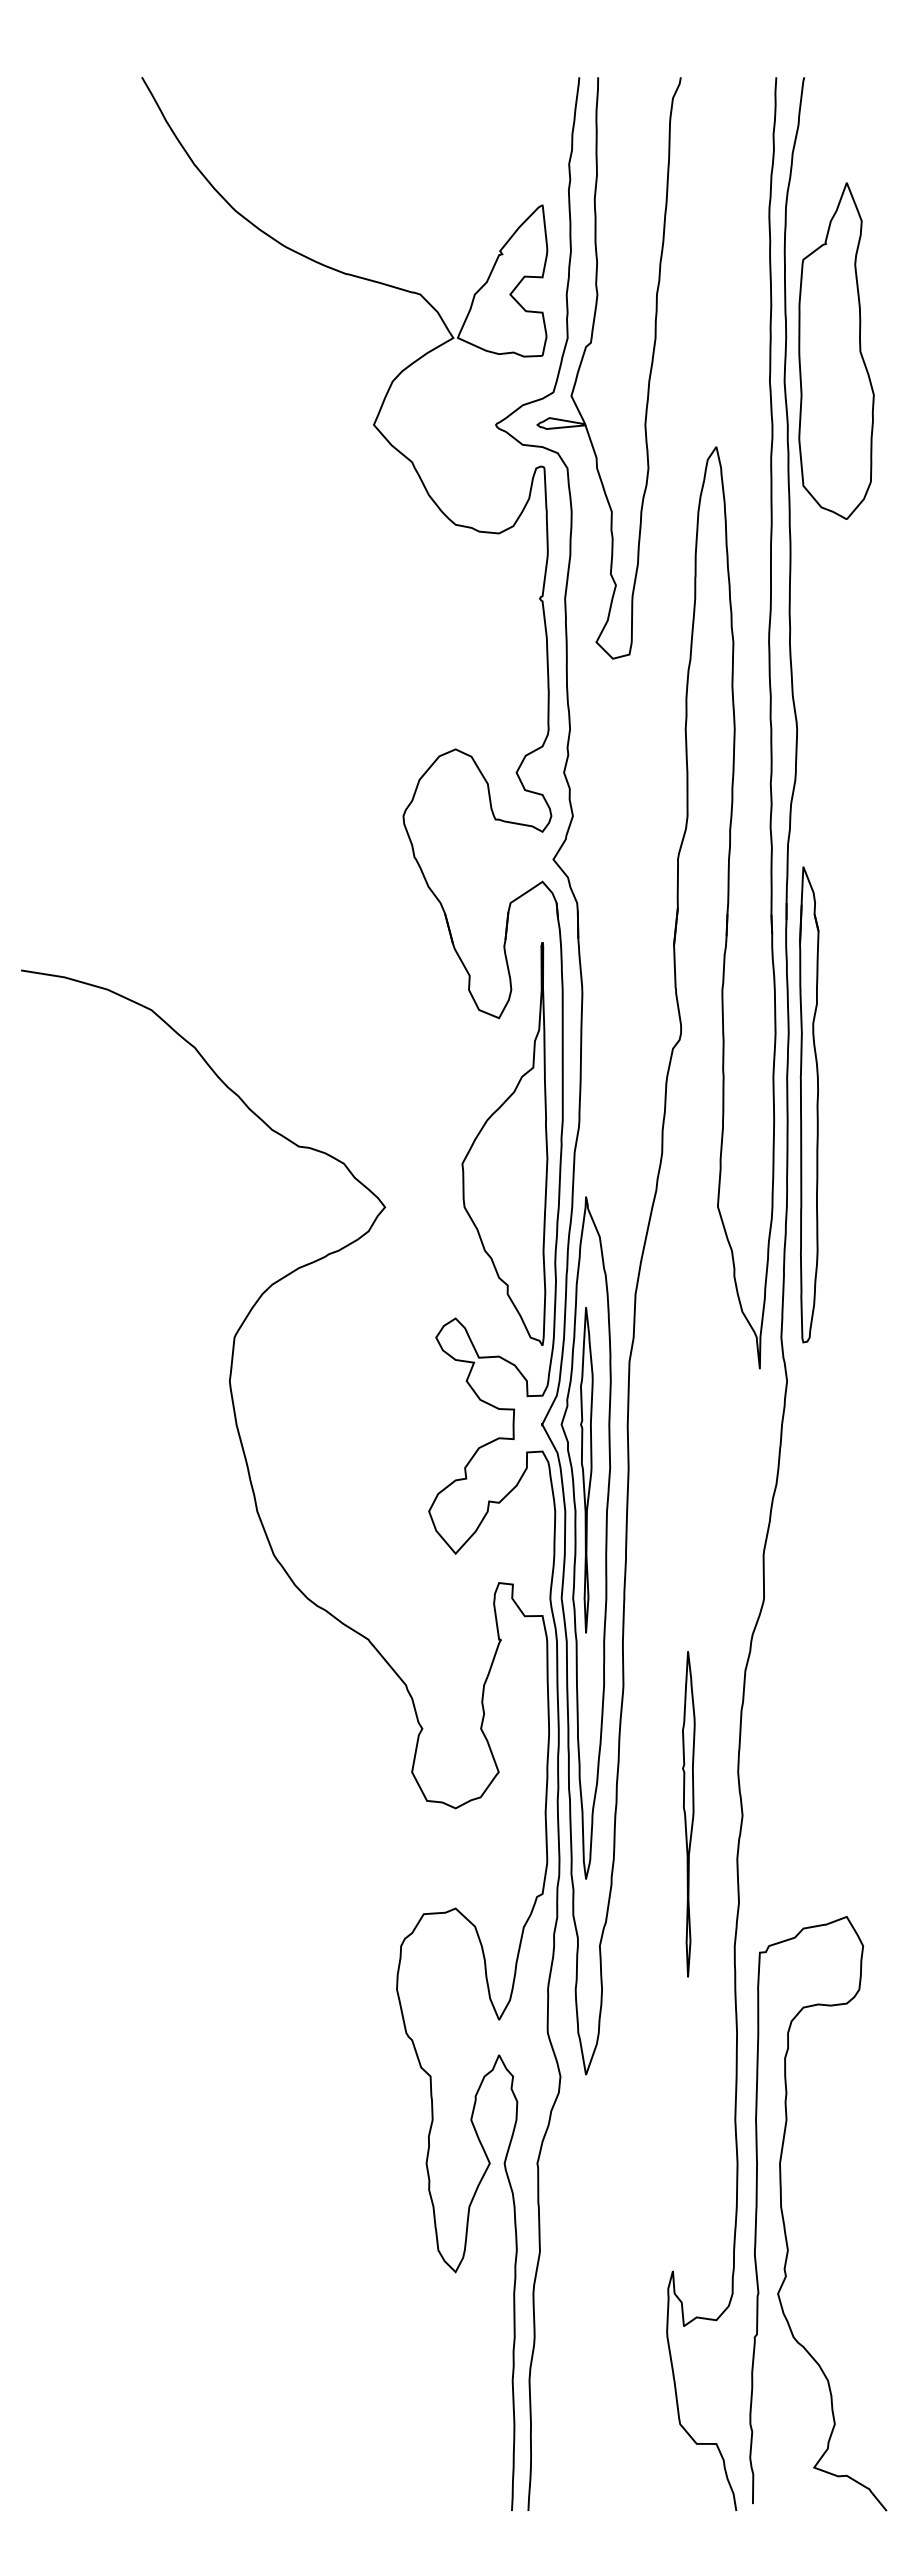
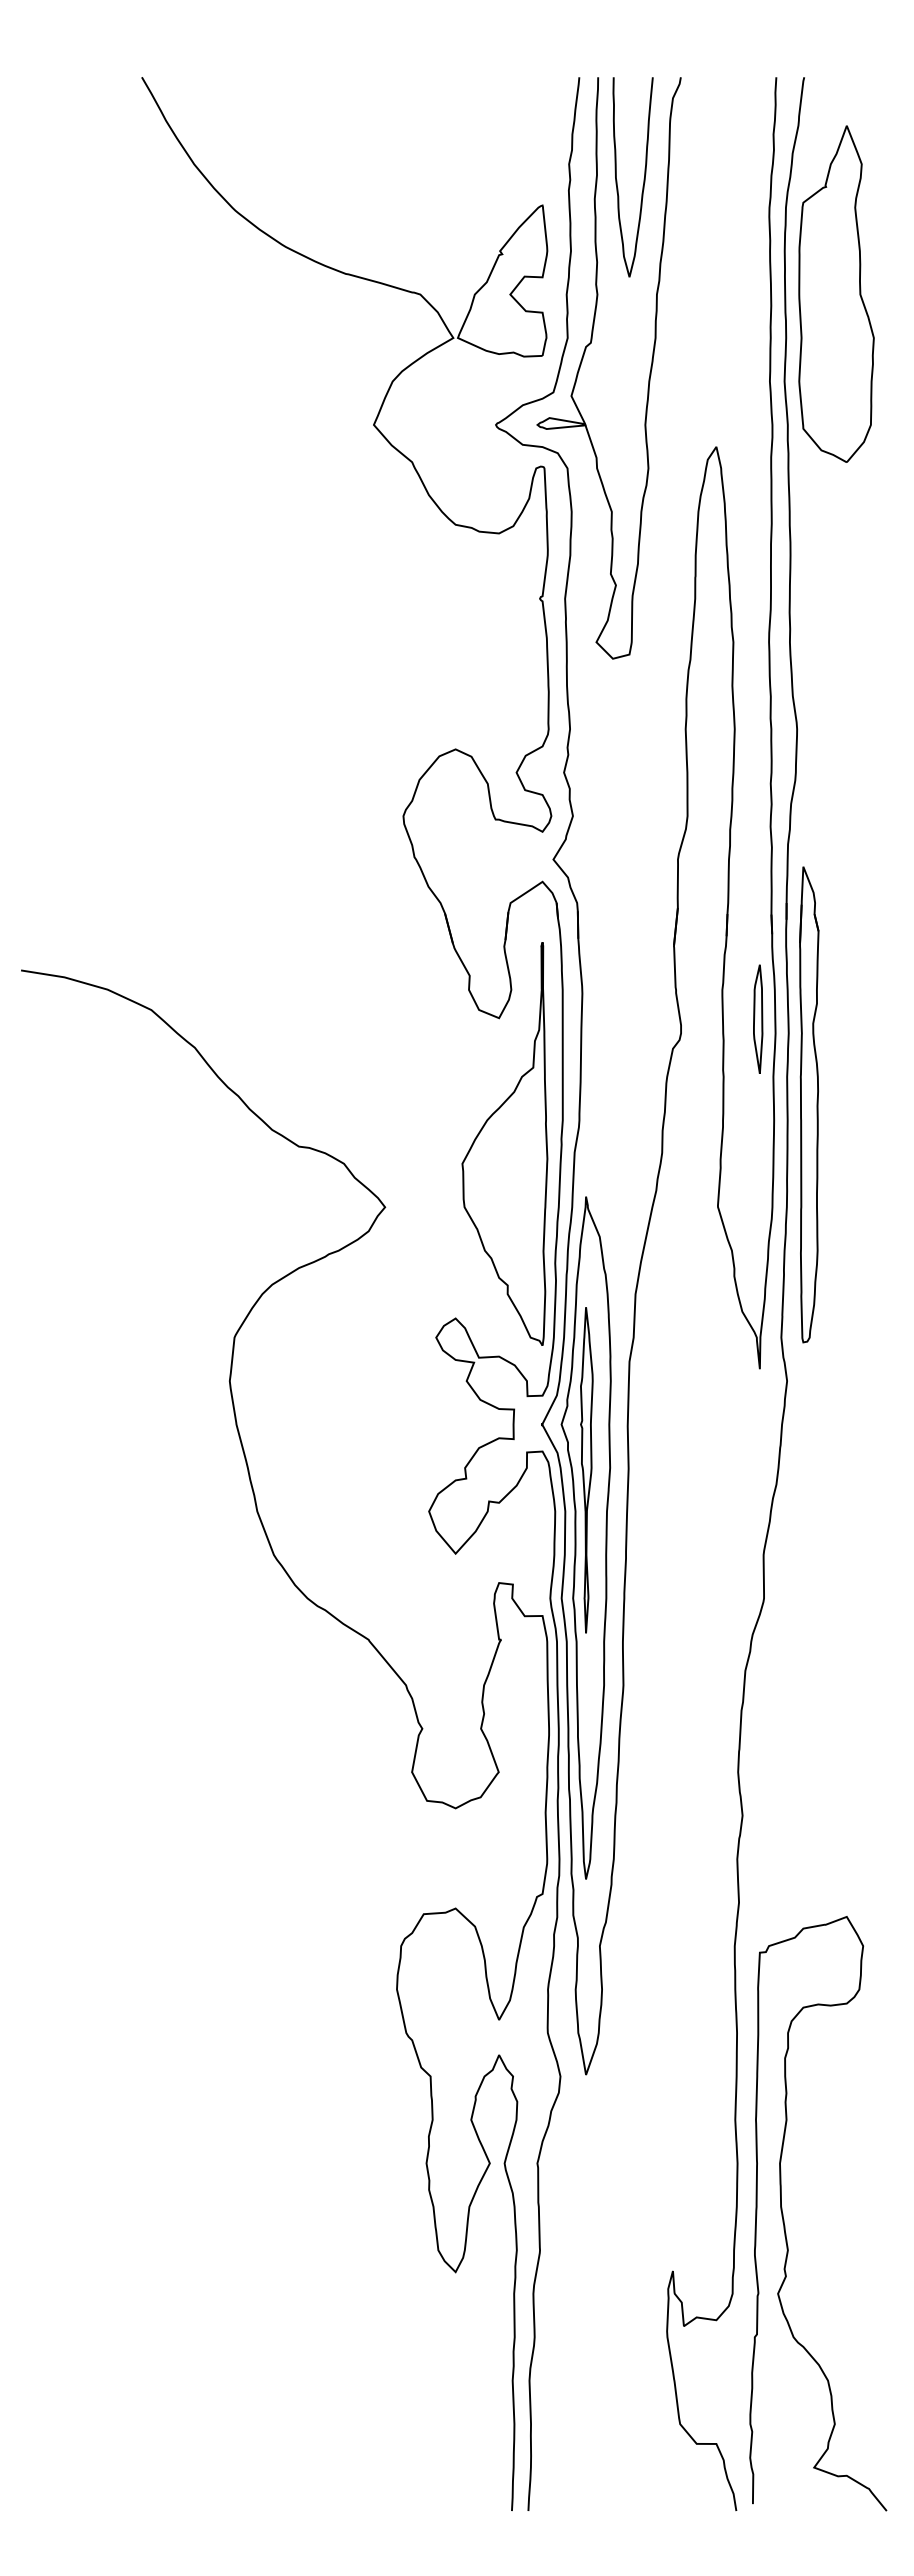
curve at (643, 178): none -> present
part at (836, 350) position: (836, 350) -> (836, 293)
part at (758, 1018): none -> present
part at (688, 1814): present -> none
